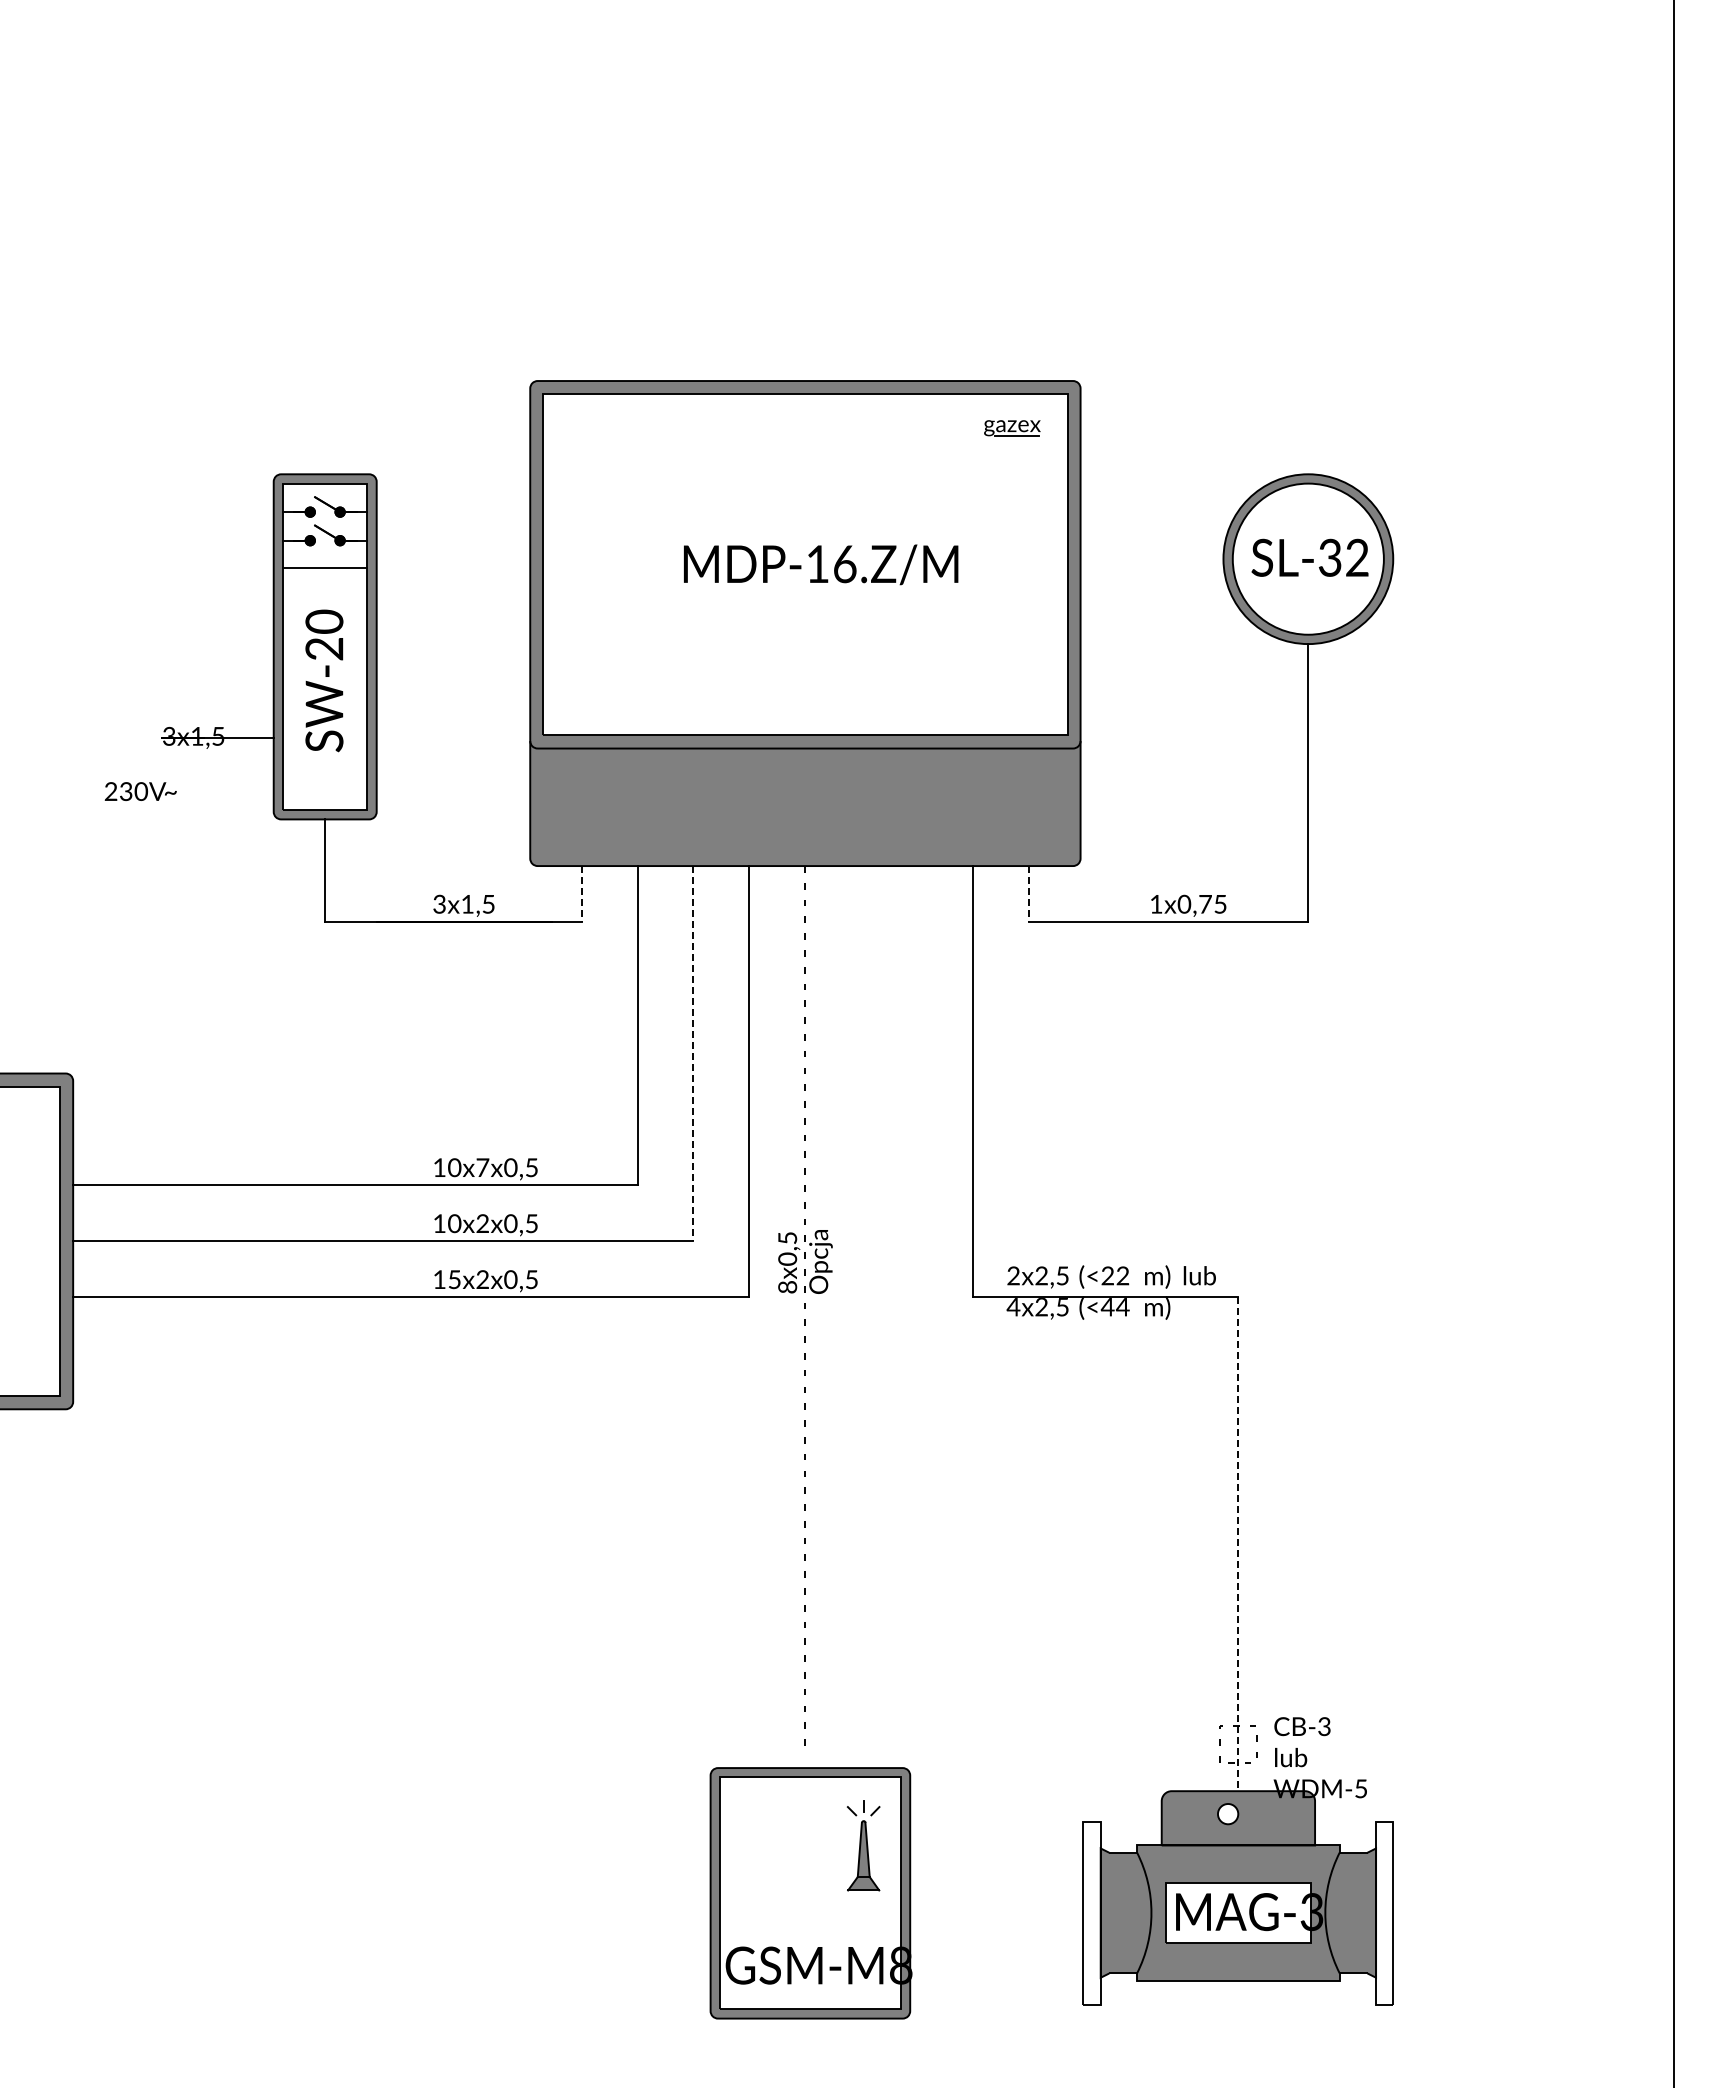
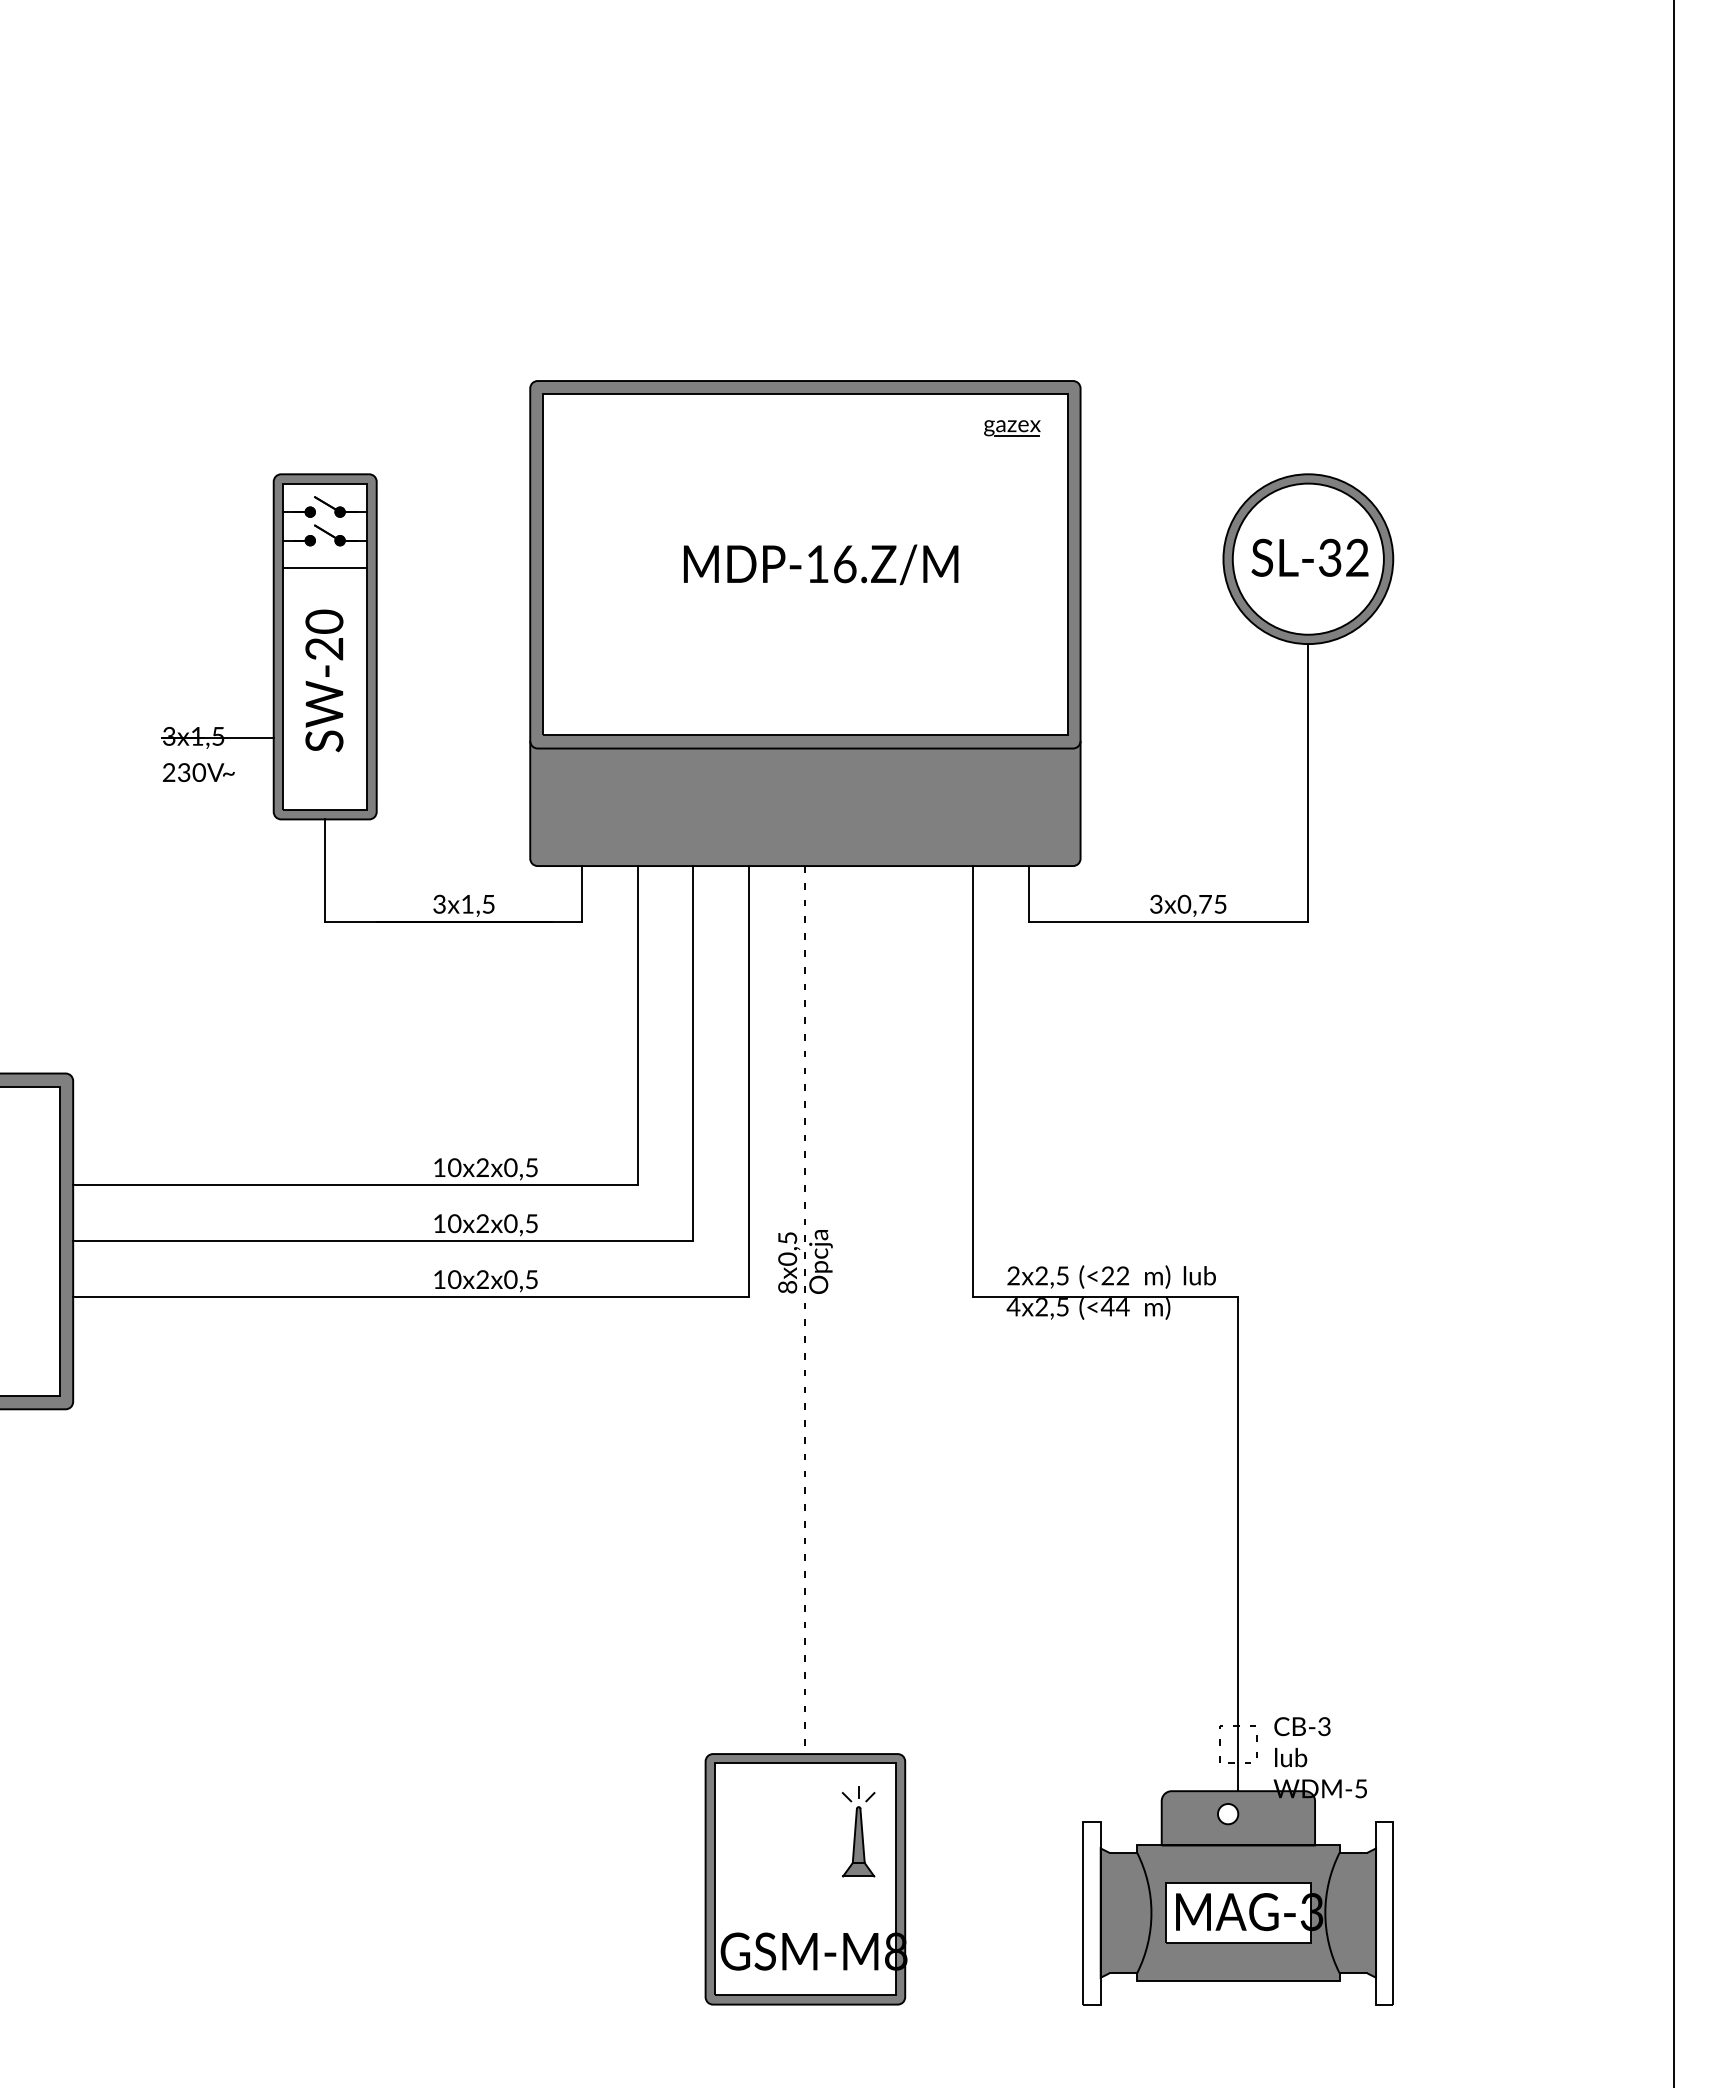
text at (140, 791) position: (140, 791) -> (198, 772)
line at (581, 894): dashed -> solid
line at (1029, 894): dashed -> solid
text at (1156, 903): 1x0,75 -> 3x0,75
line at (693, 1053): dashed -> solid
text at (482, 1167): 10x7x0,5 -> 10x2x0,5
text at (454, 1279): 15x2x0,5 -> 10x2x0,5
line at (1238, 1544): dashed -> solid
part at (810, 1893) position: (810, 1893) -> (805, 1879)
